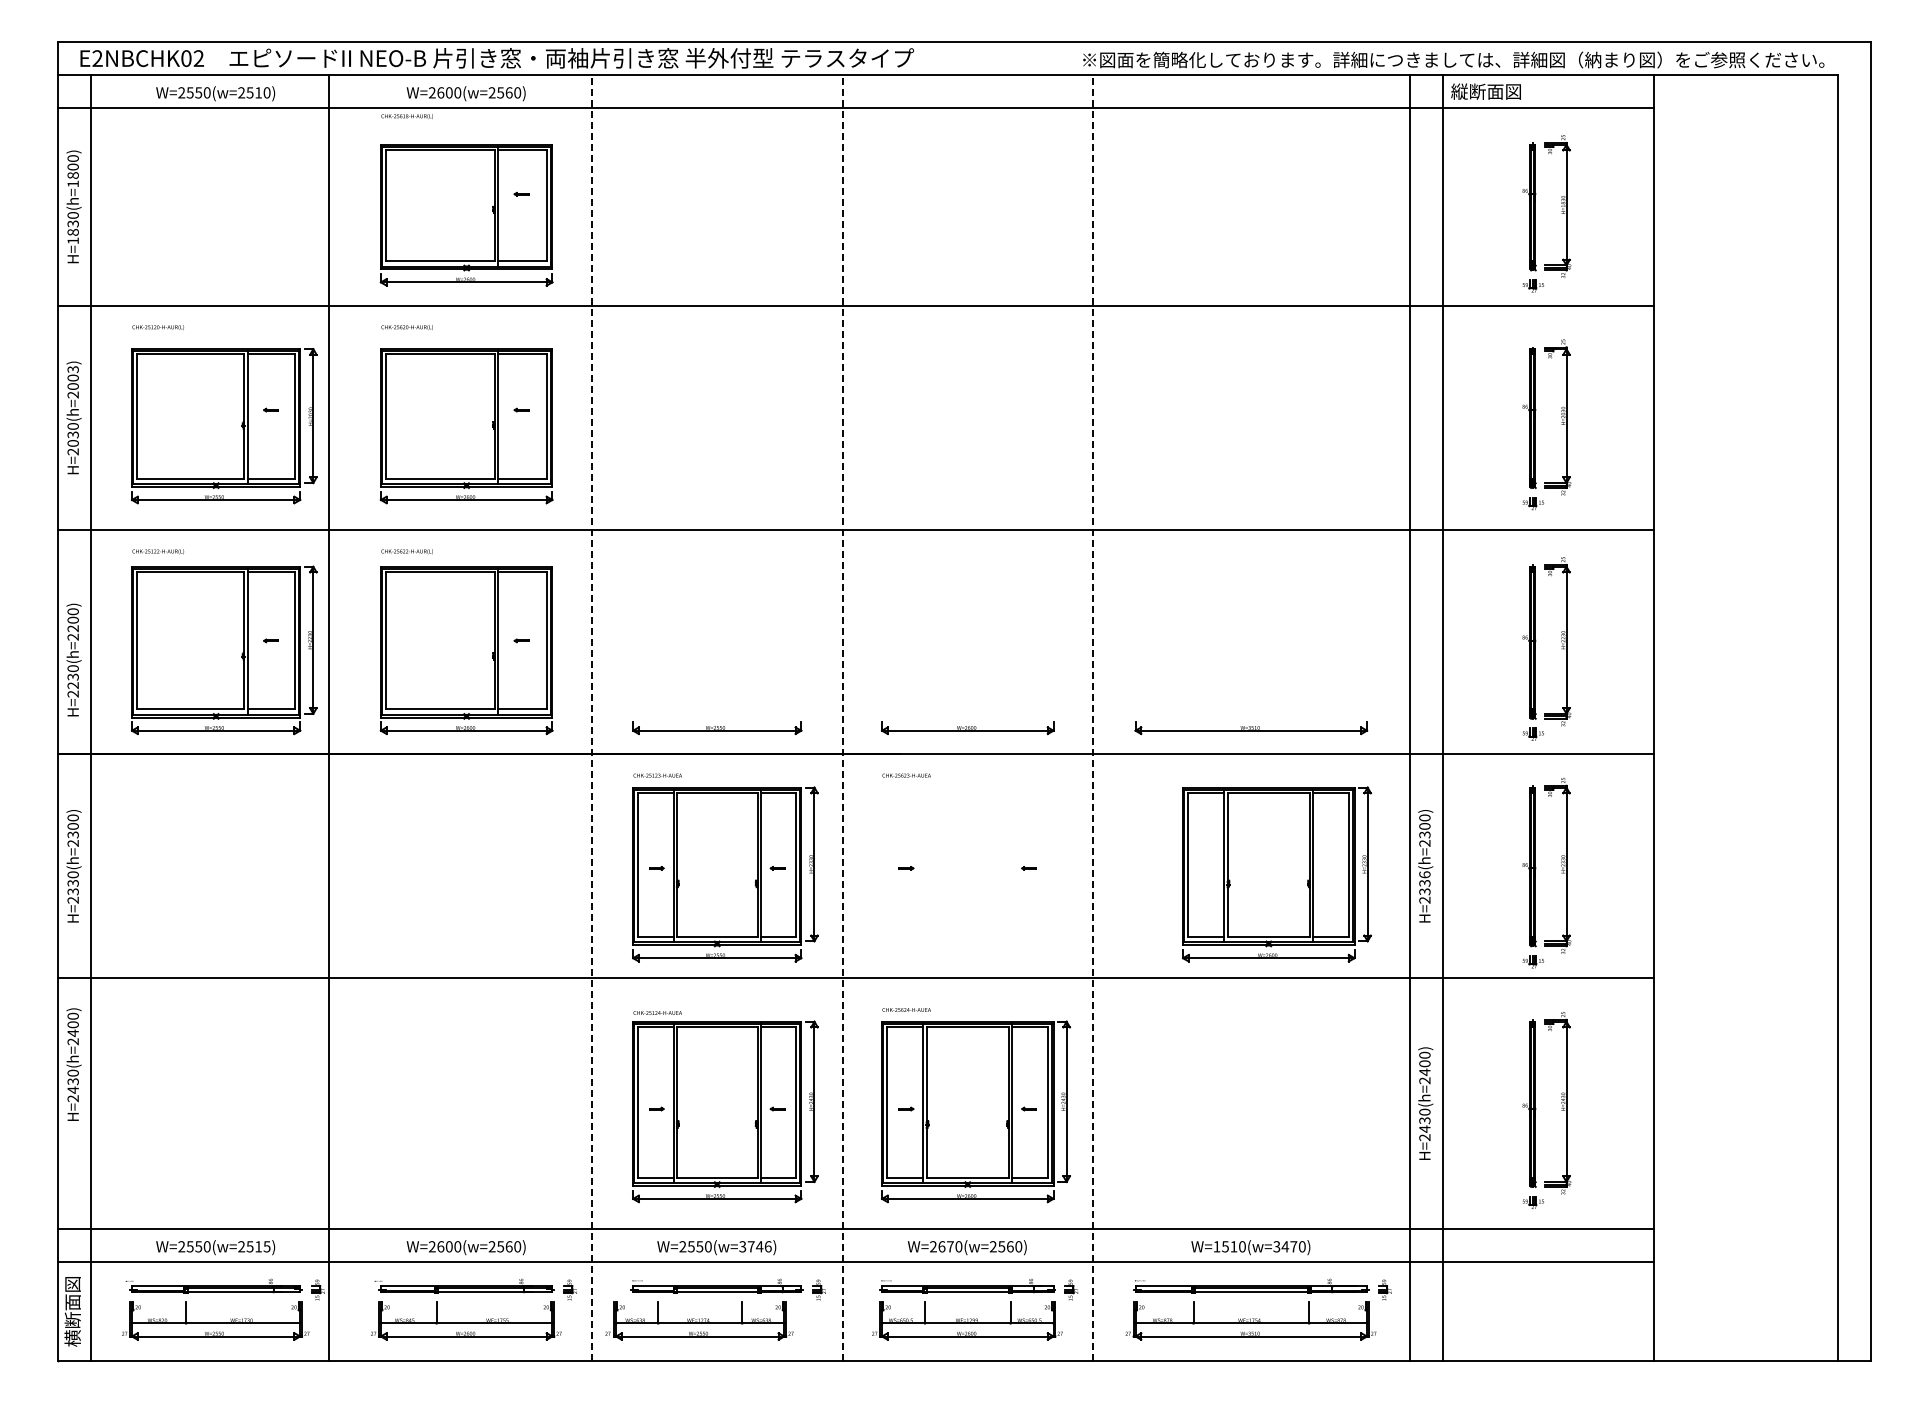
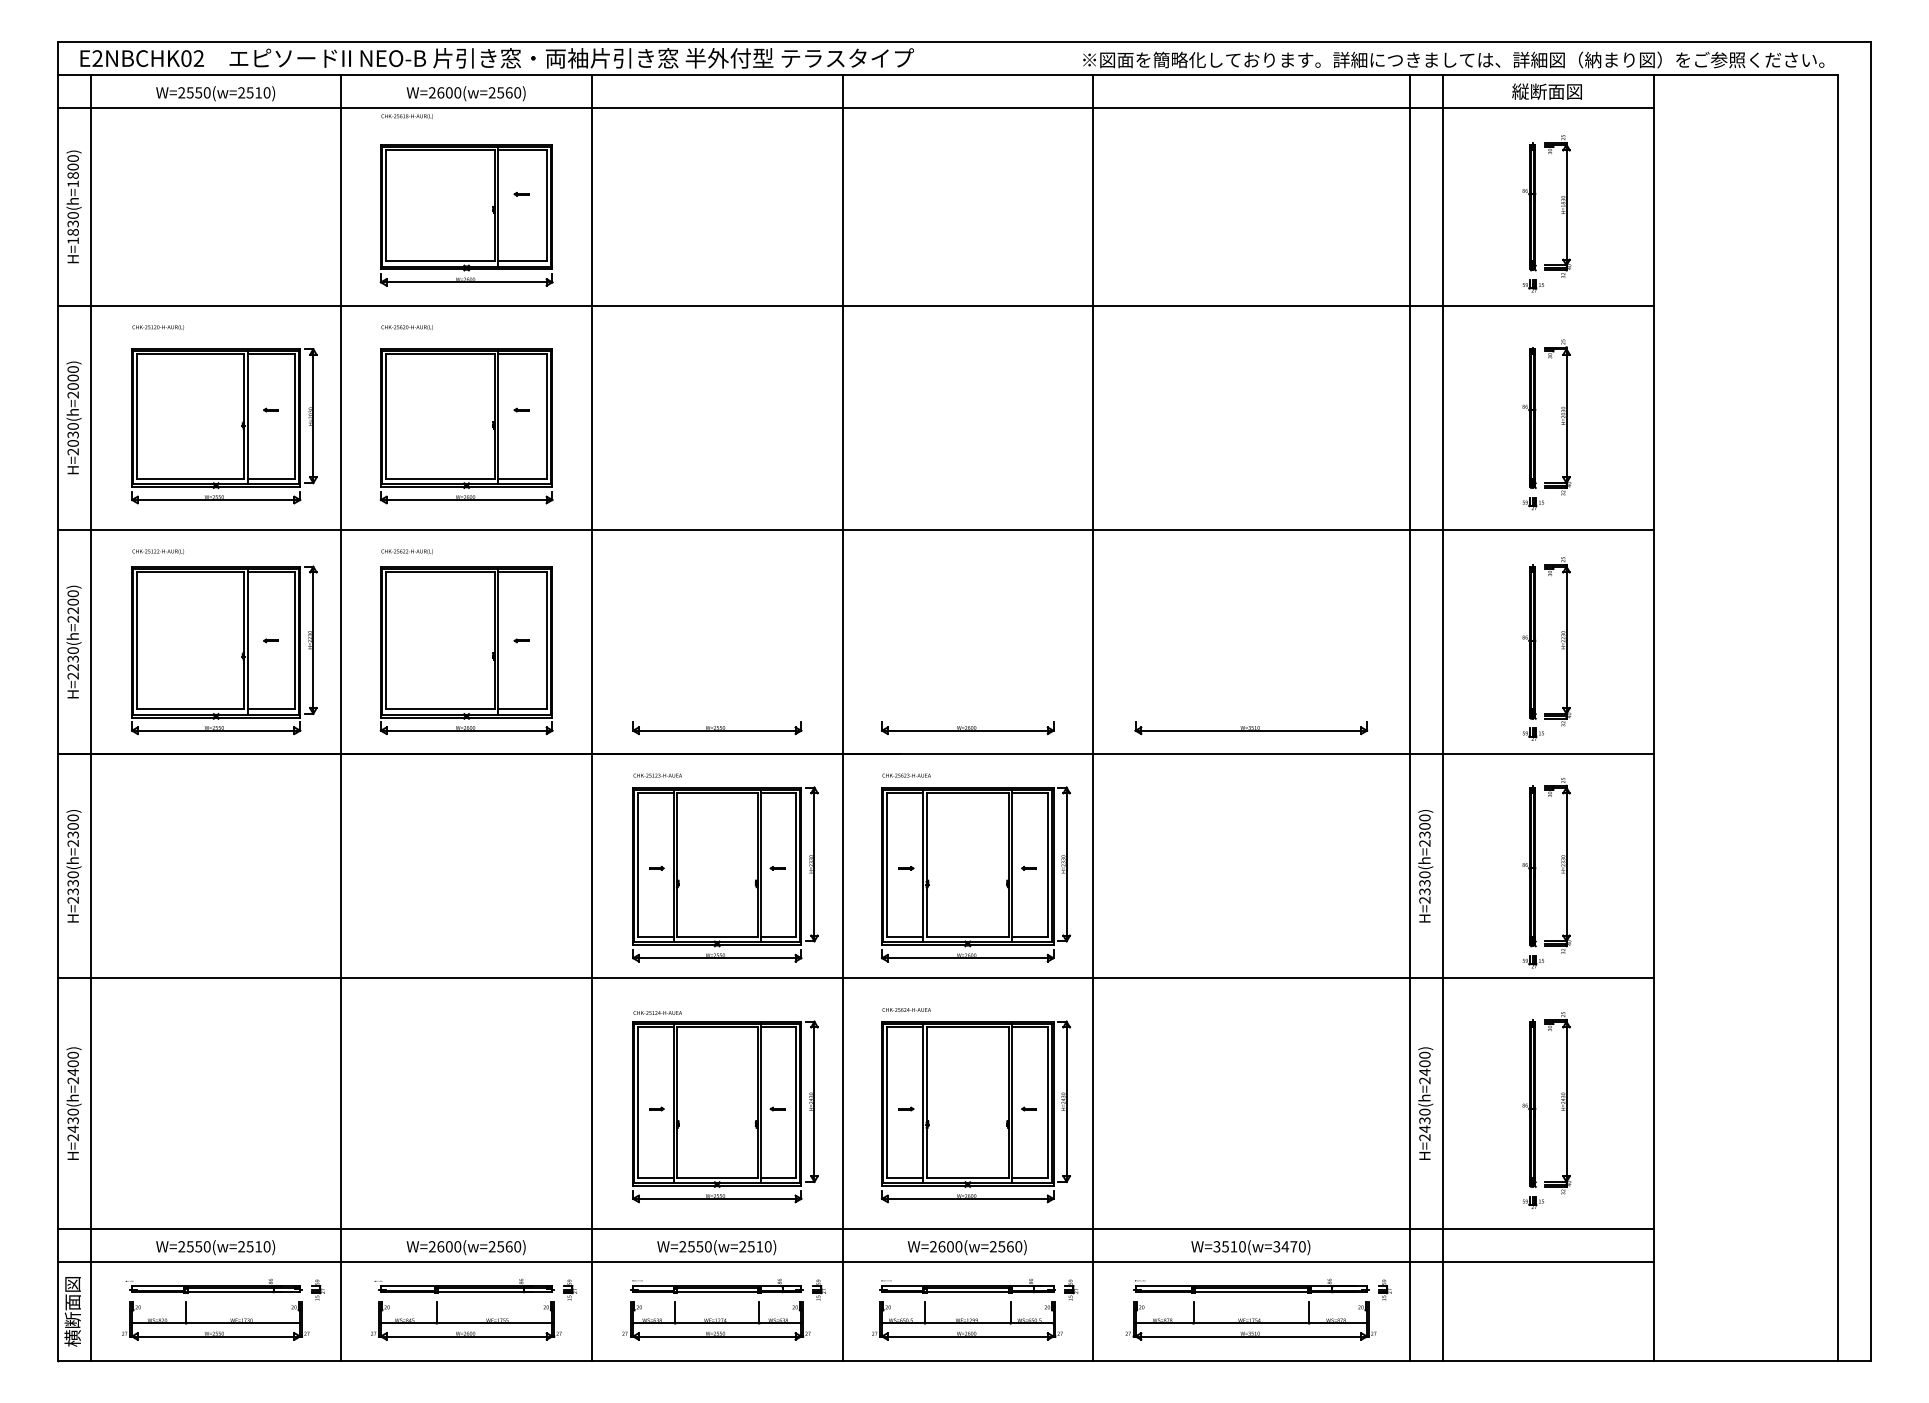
text at (1485, 91) position: (1485, 91) -> (1546, 91)
text at (72, 369): H=2030(h=2003) -> H=2030(h=2000)
text at (73, 659) position: (73, 659) -> (73, 641)
line at (329, 717) position: (329, 717) -> (341, 717)
line at (591, 717): dashed -> solid
line at (842, 717): dashed -> solid
line at (1093, 717): dashed -> solid
part at (1276, 874) position: (1276, 874) -> (975, 874)
text at (1424, 874): H=2336(h=2300) -> H=2330(h=2300)
text at (73, 1064) position: (73, 1064) -> (73, 1103)
text at (266, 1246): W=2550(w=2515) -> W=2550(w=2510)
text at (755, 1246): W=2550(w=3746) -> W=2550(w=2510)
text at (950, 1246): W=2670(w=2560) -> W=2600(w=2560)
text at (1216, 1246): W=1510(w=3470) -> W=3510(w=3470)
part at (699, 1320) position: (699, 1320) -> (716, 1320)
